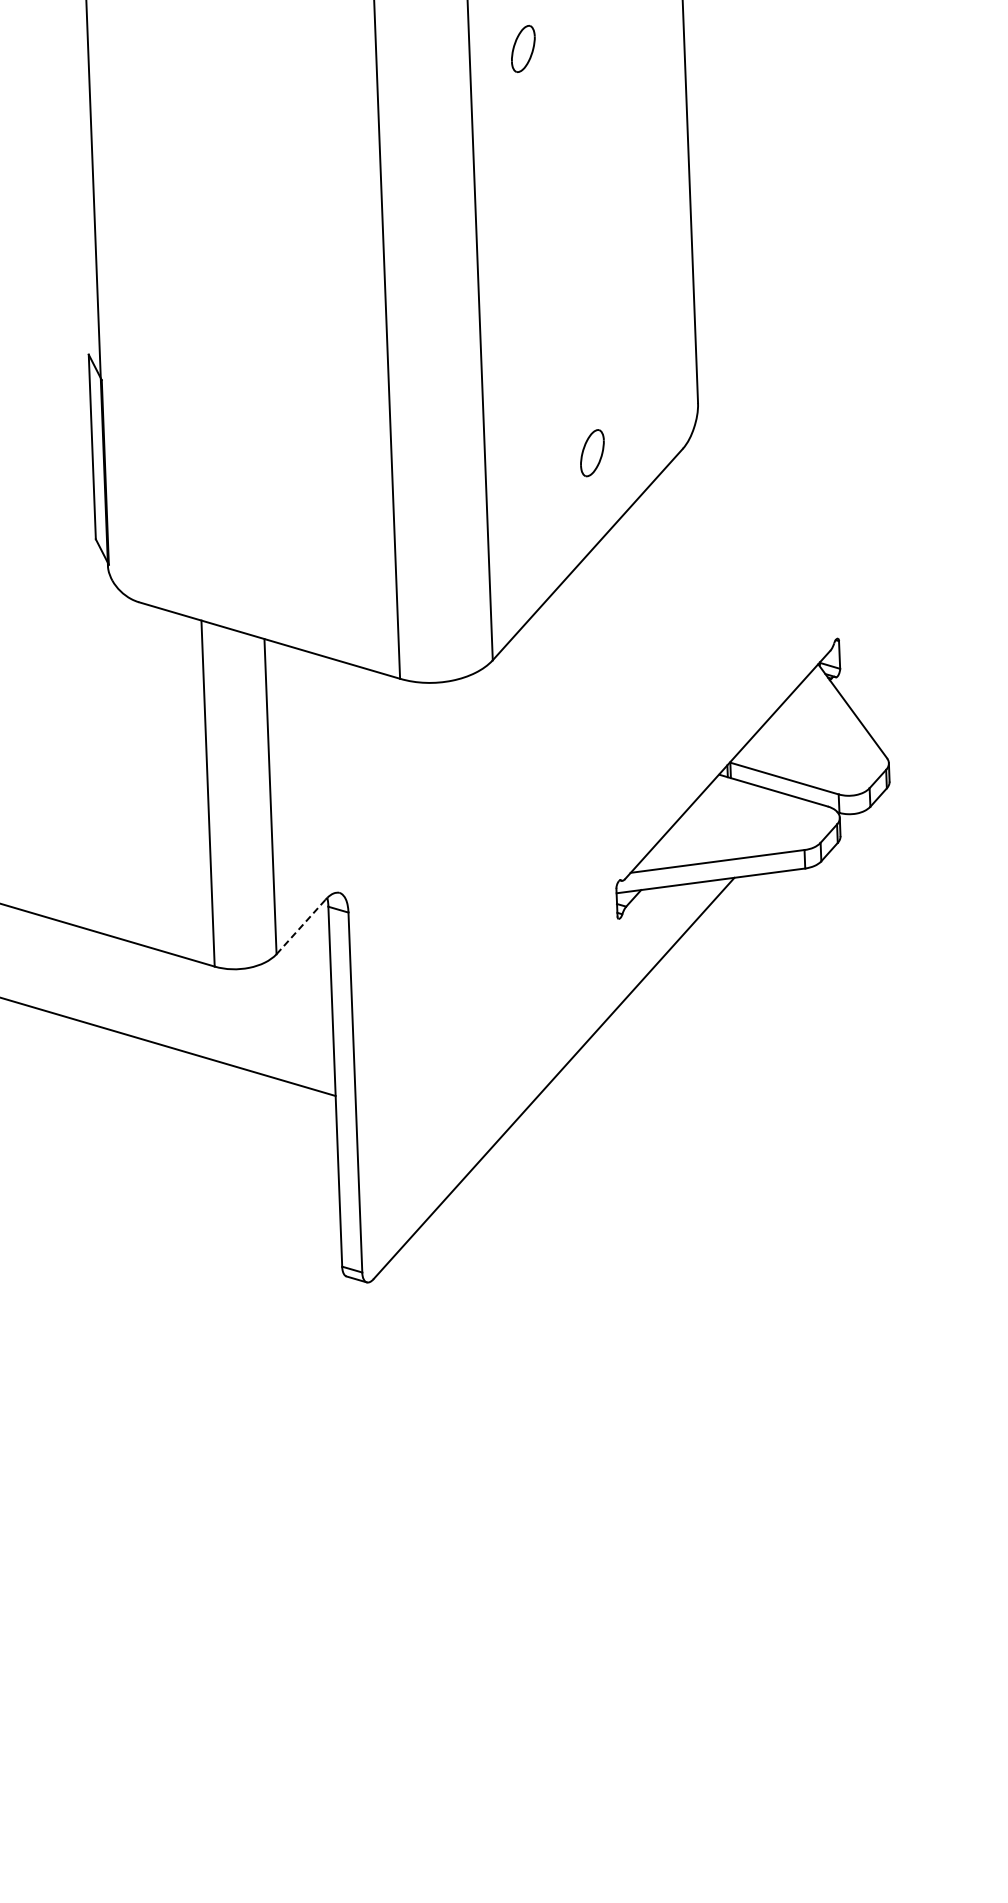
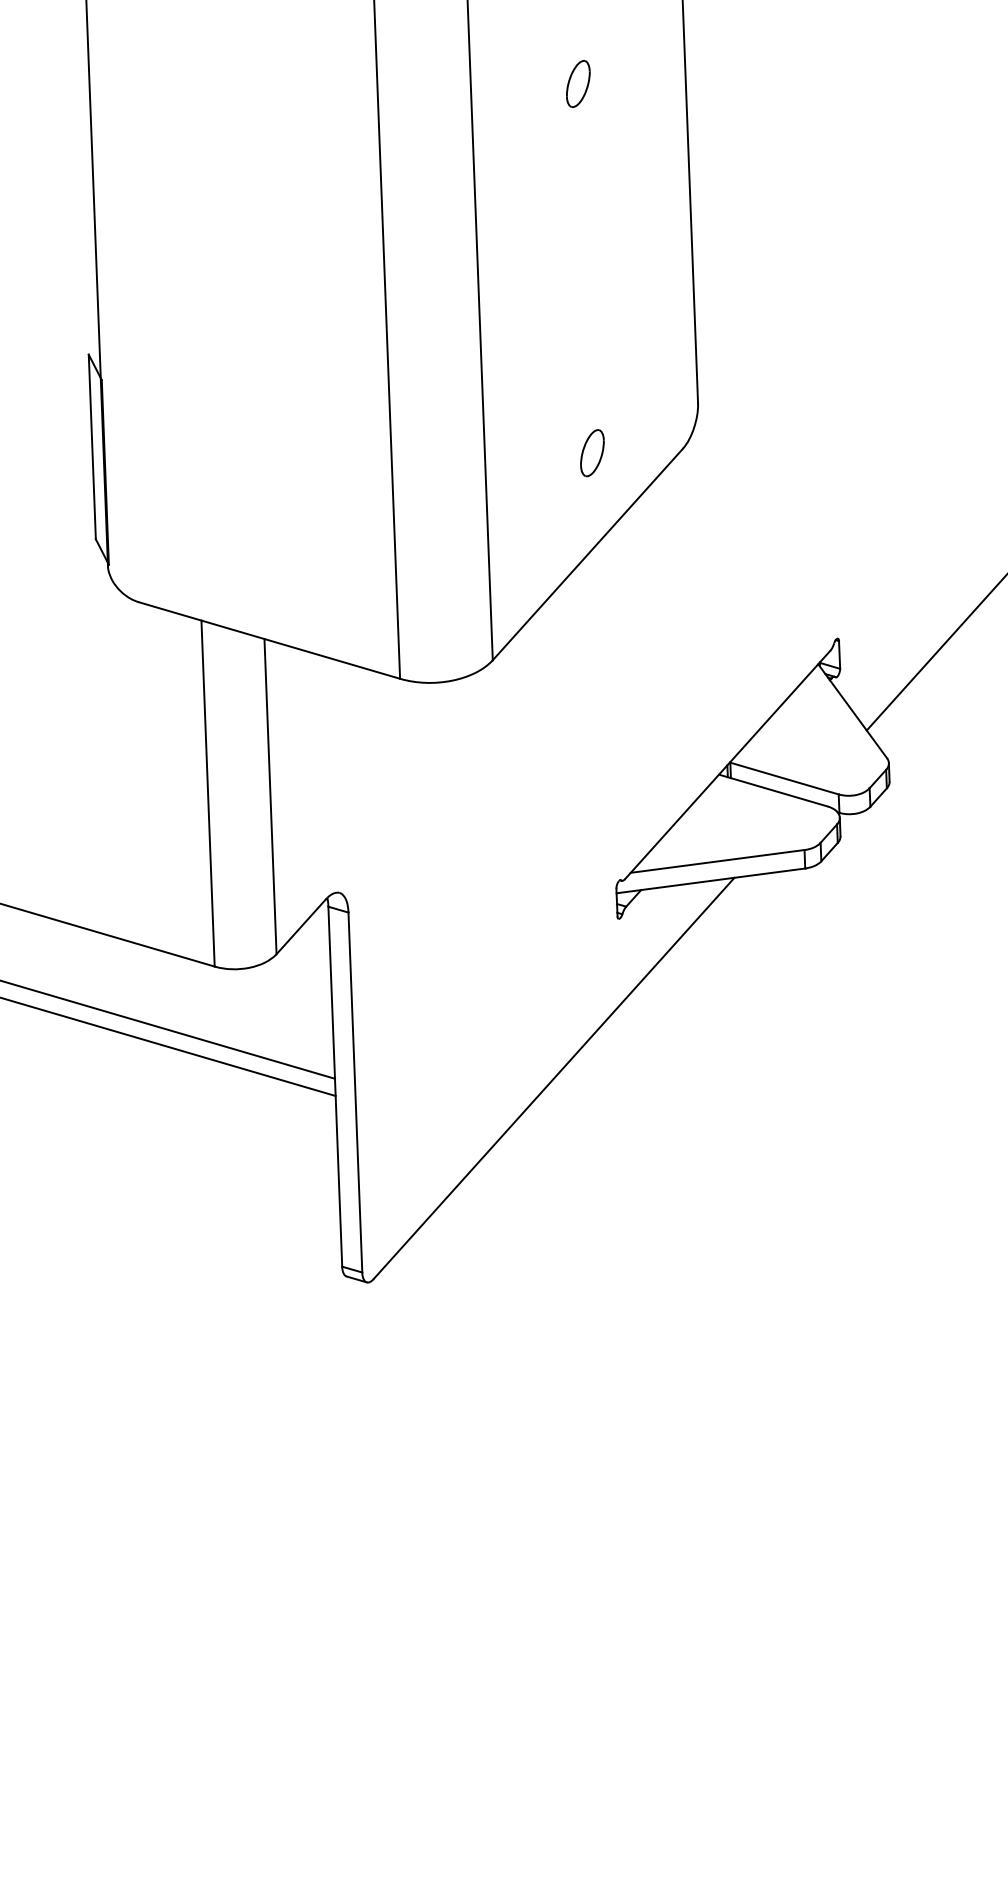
part at (523, 48) position: (523, 48) -> (578, 83)
line at (935, 653): none -> present
line at (301, 927): dashed -> solid
line at (168, 1029): none -> present
